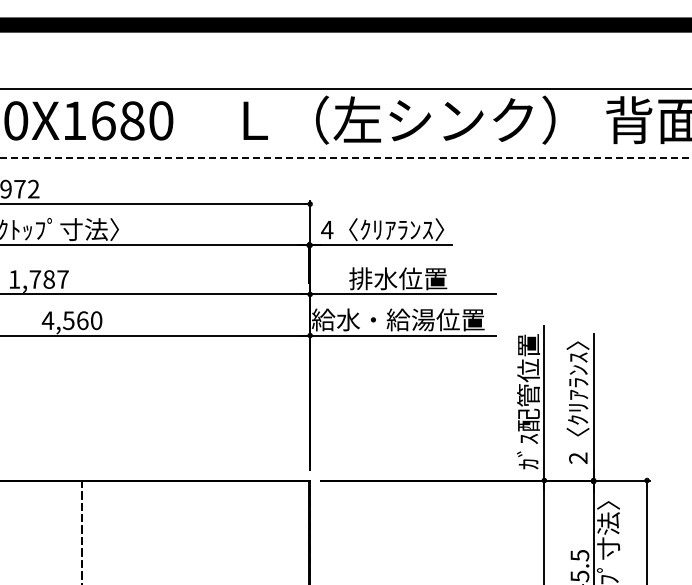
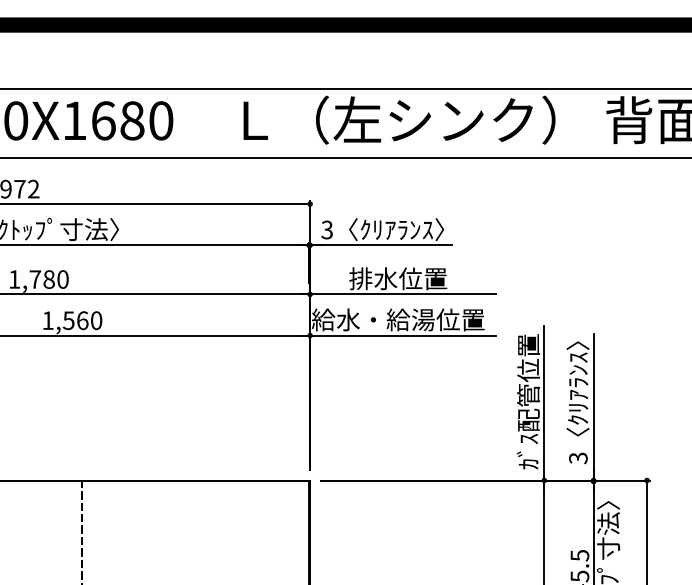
line at (346, 158): dashed -> solid
text at (327, 229): 4 -> 3
text at (62, 279): 1,787 -> 1,780
text at (47, 320): 4,560 -> 1,560
text at (578, 458): 2 -> 3
